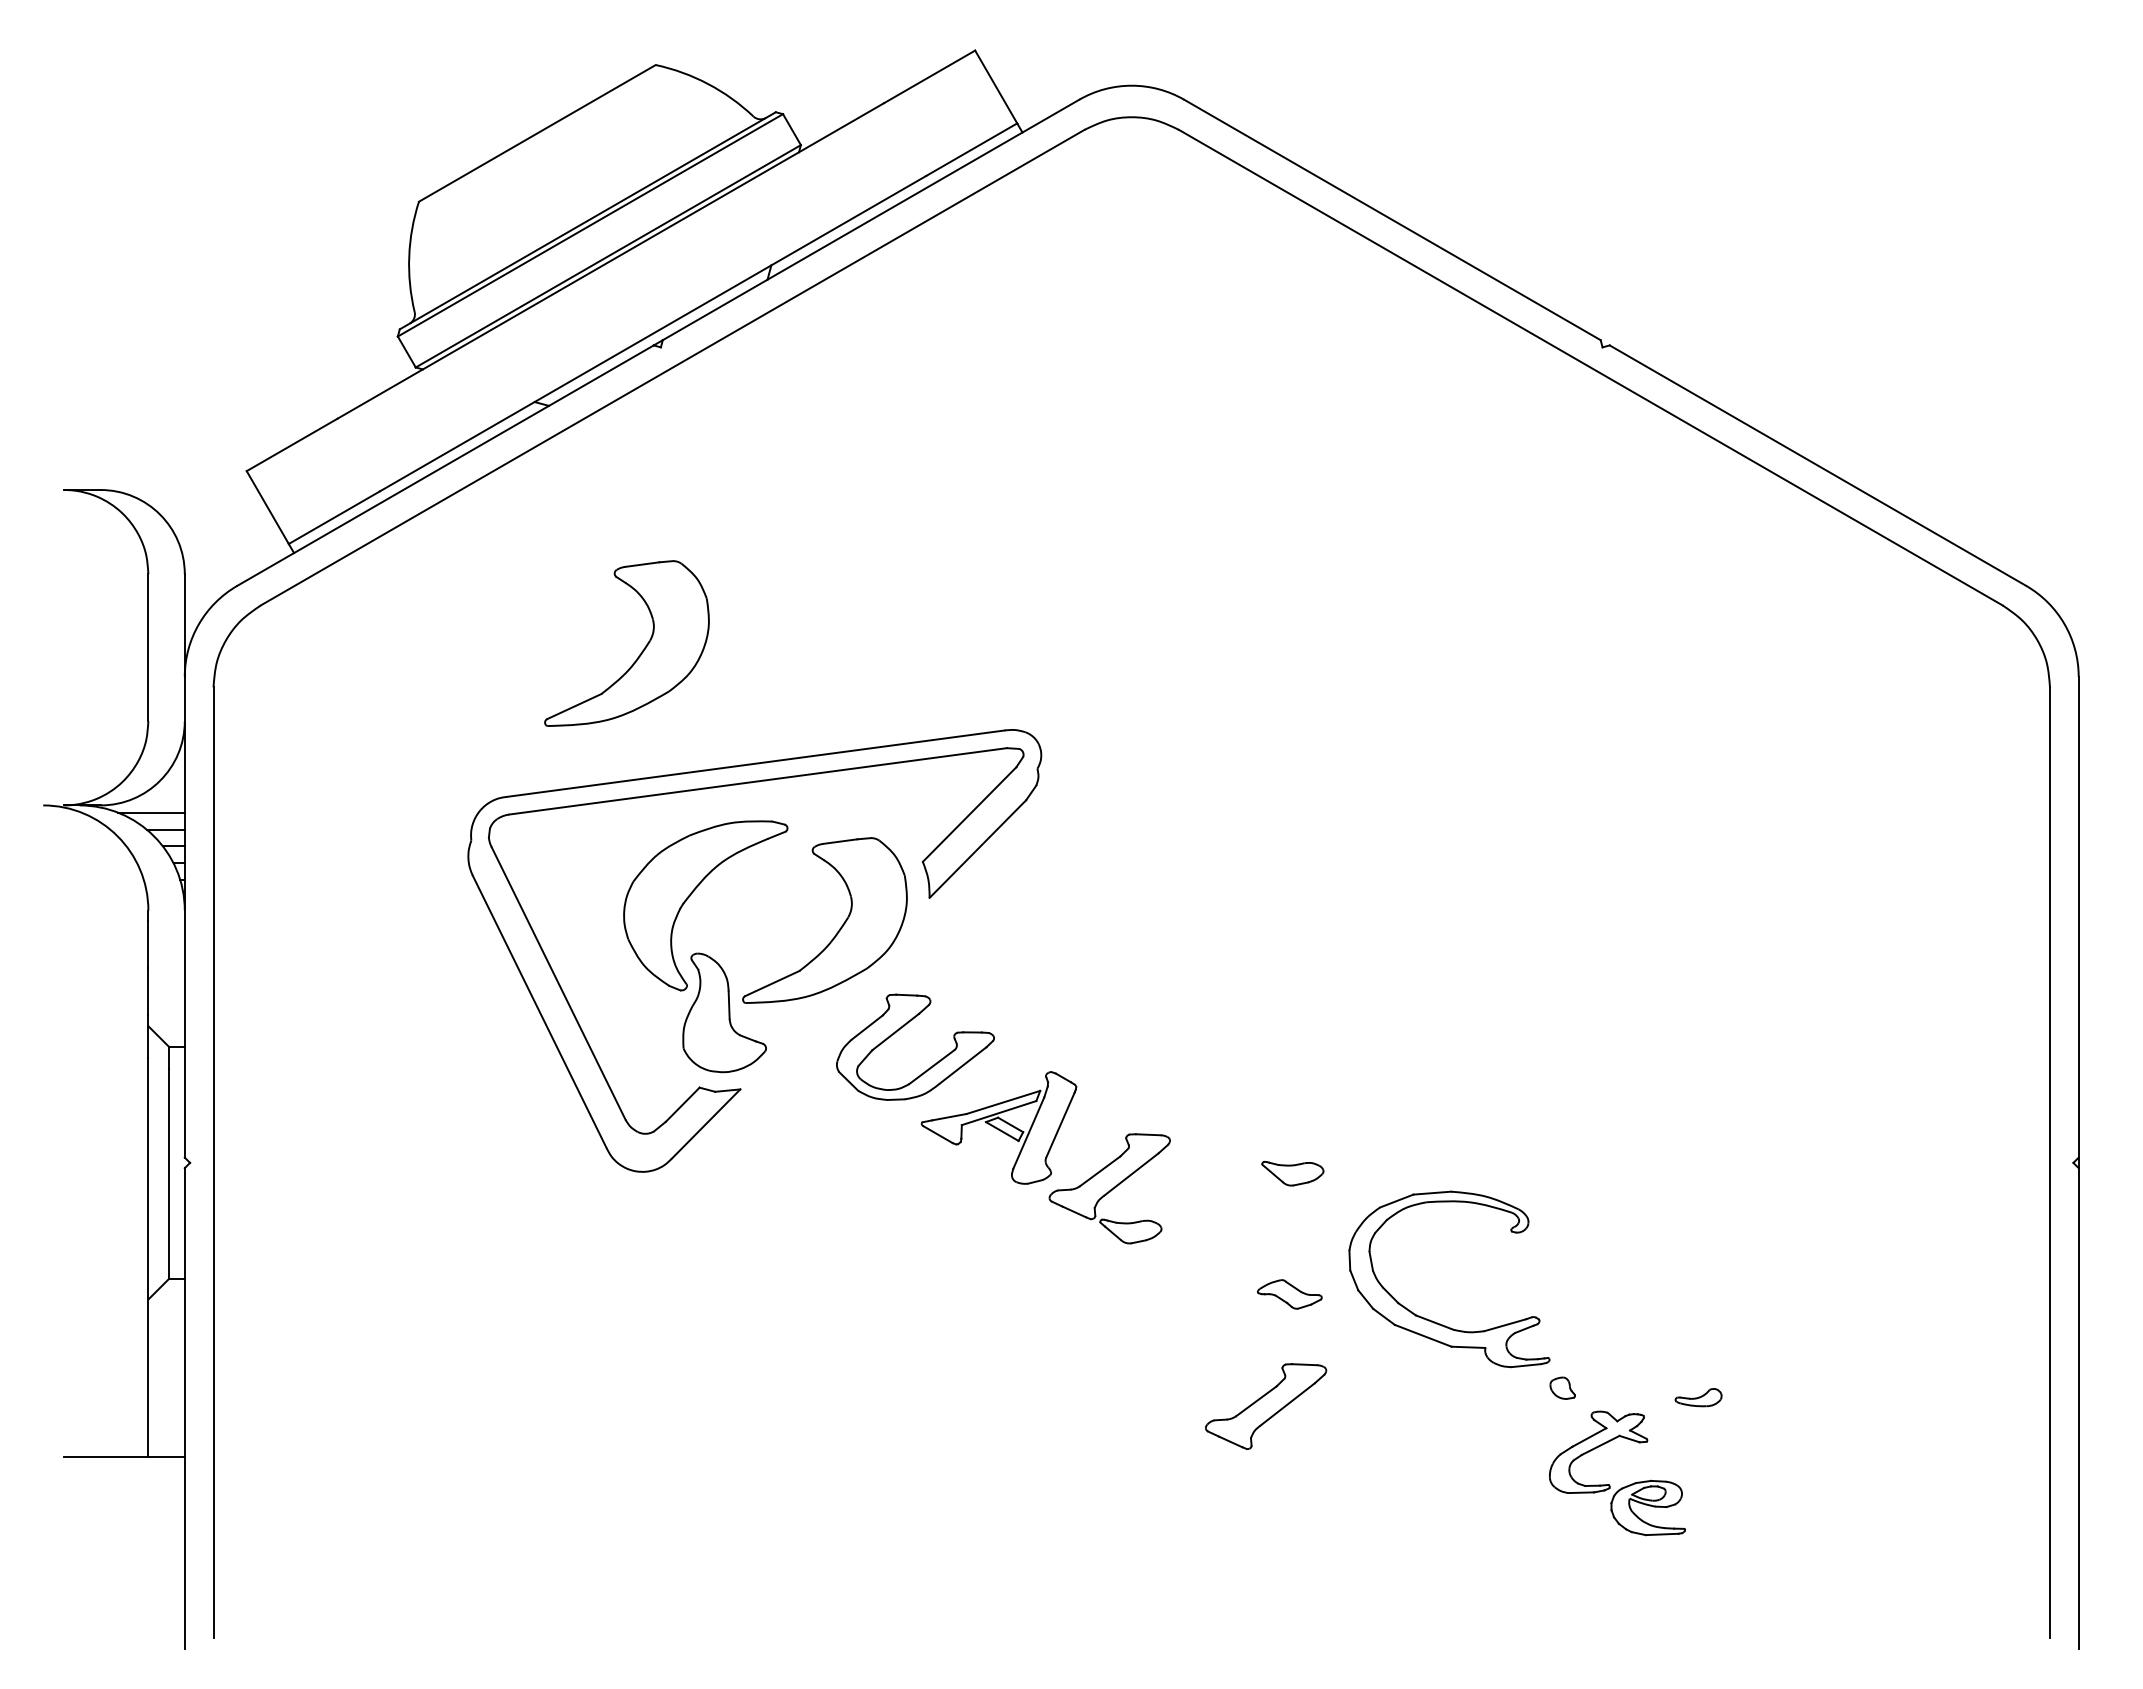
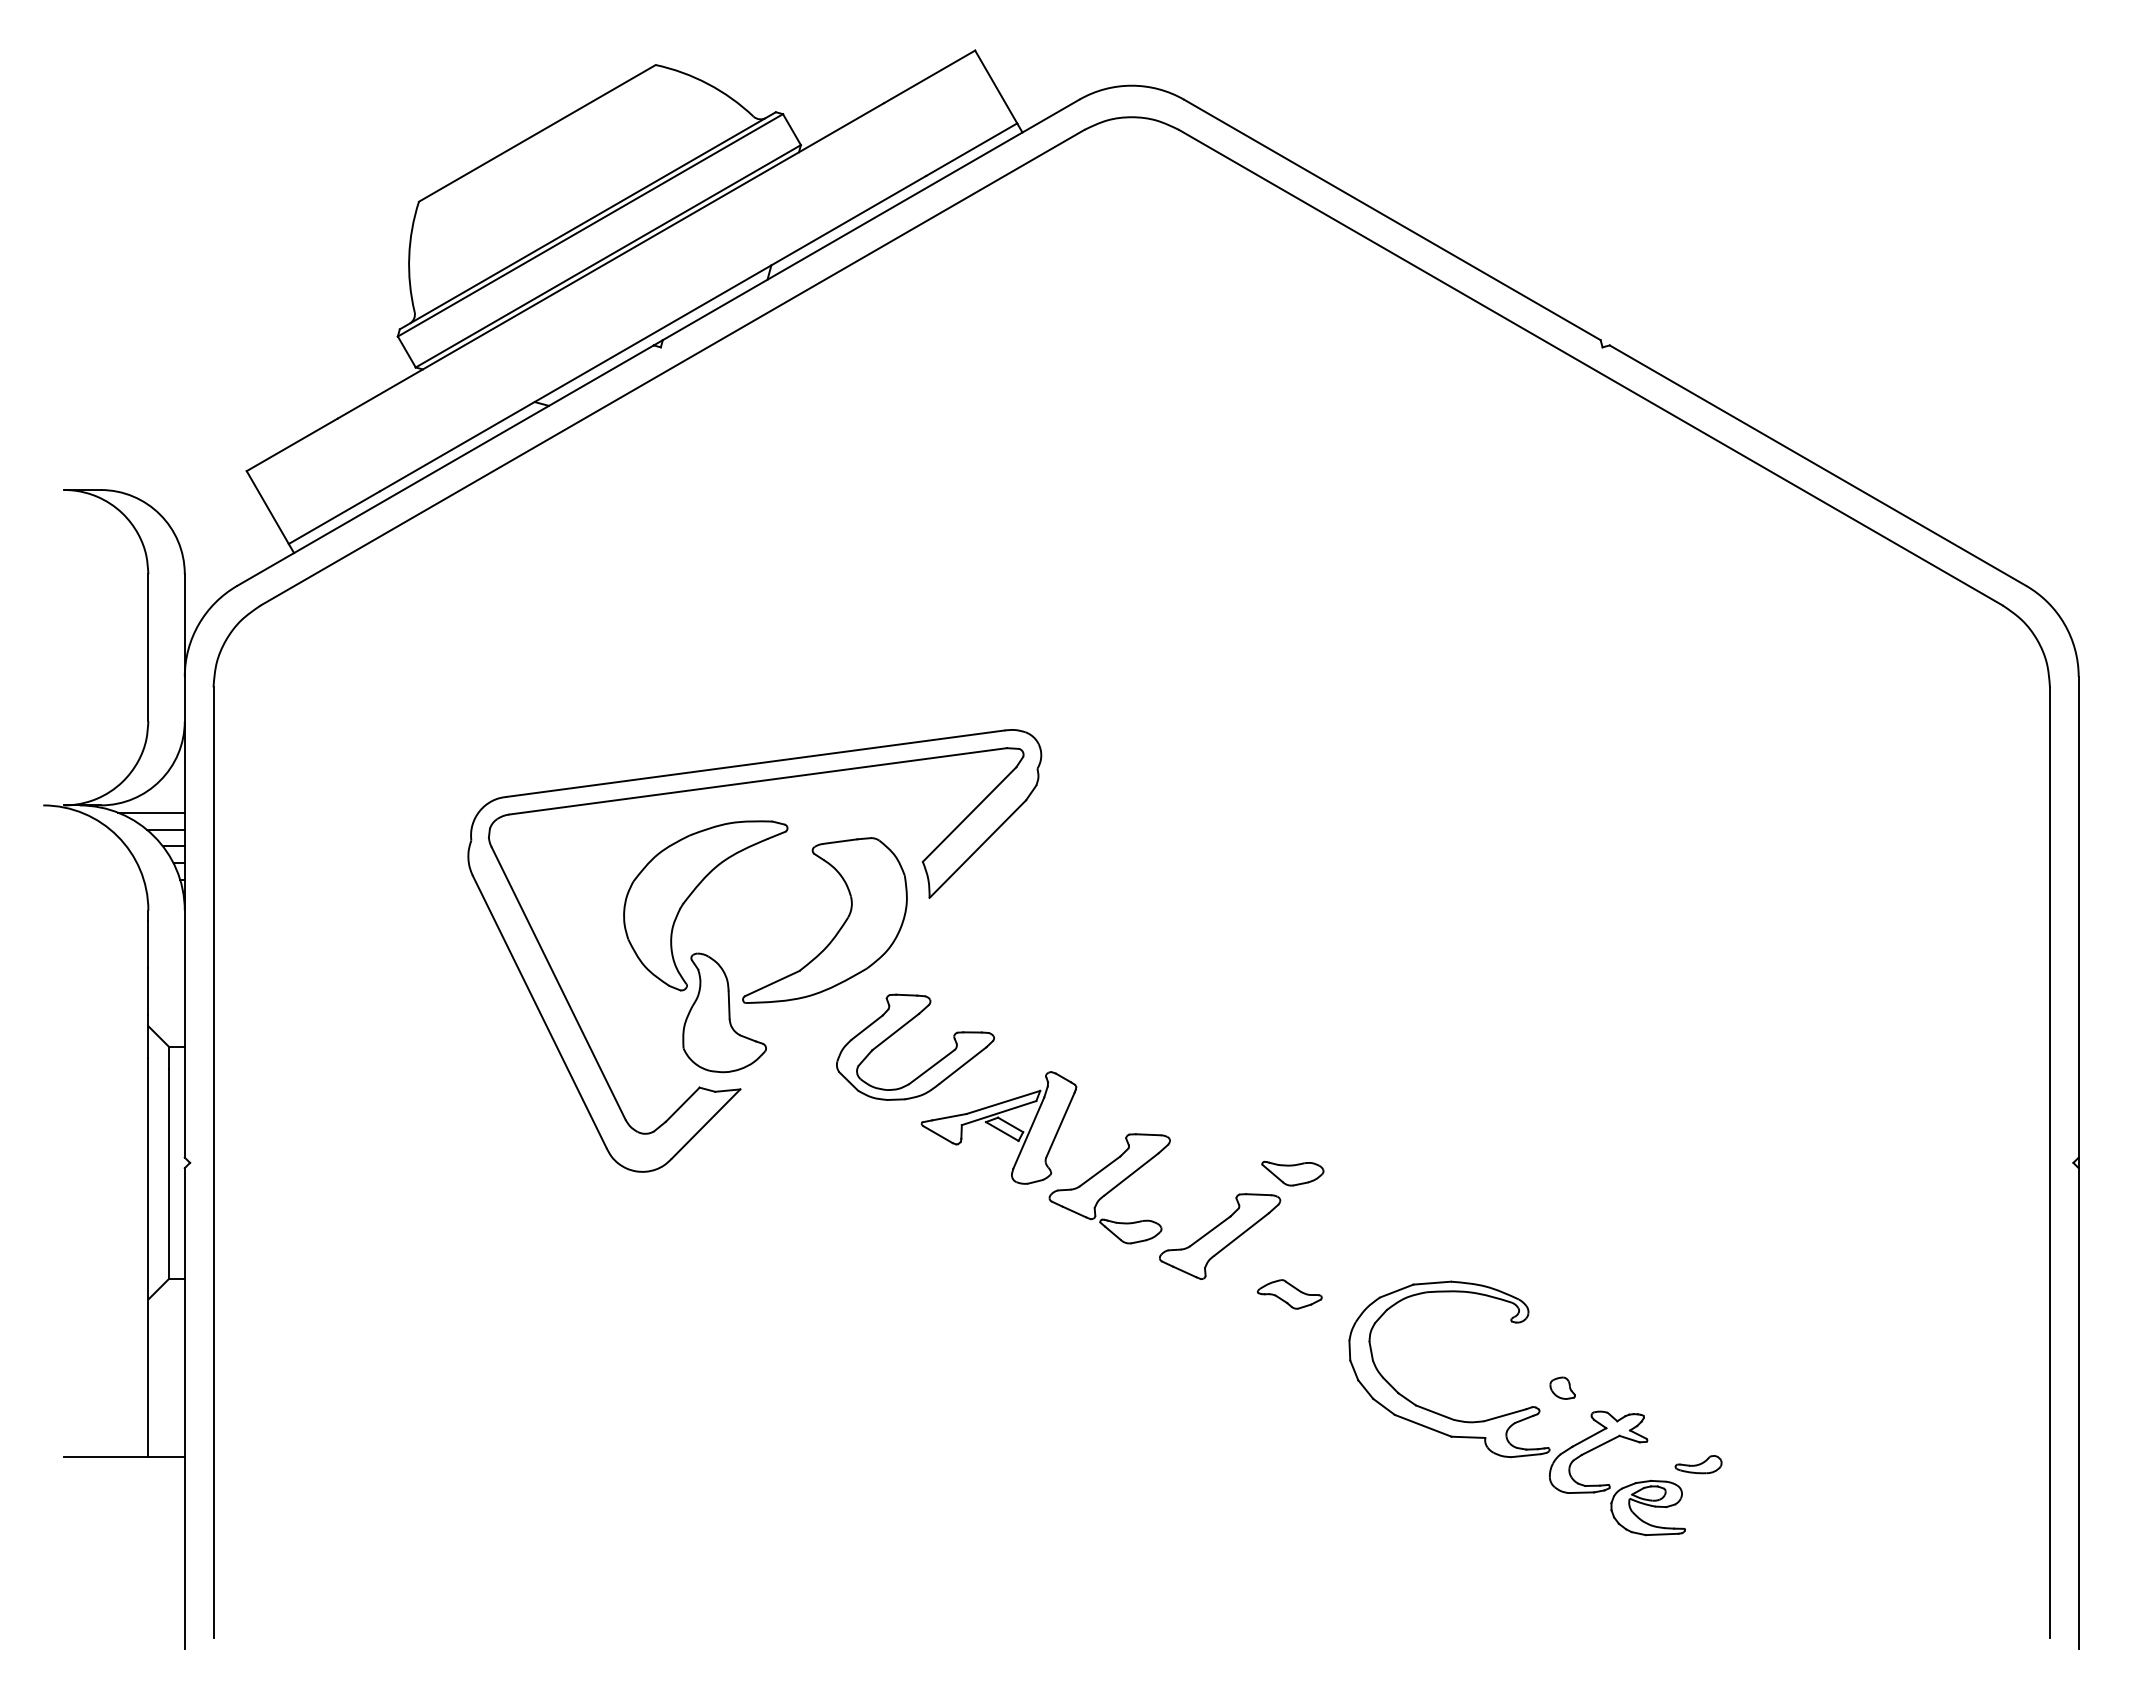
part at (641, 651): present -> none
part at (1435, 1321) position: (1435, 1321) -> (1435, 1411)
part at (1698, 1397) position: (1698, 1397) -> (1698, 1464)
part at (1266, 1406) position: (1266, 1406) -> (1220, 1236)
